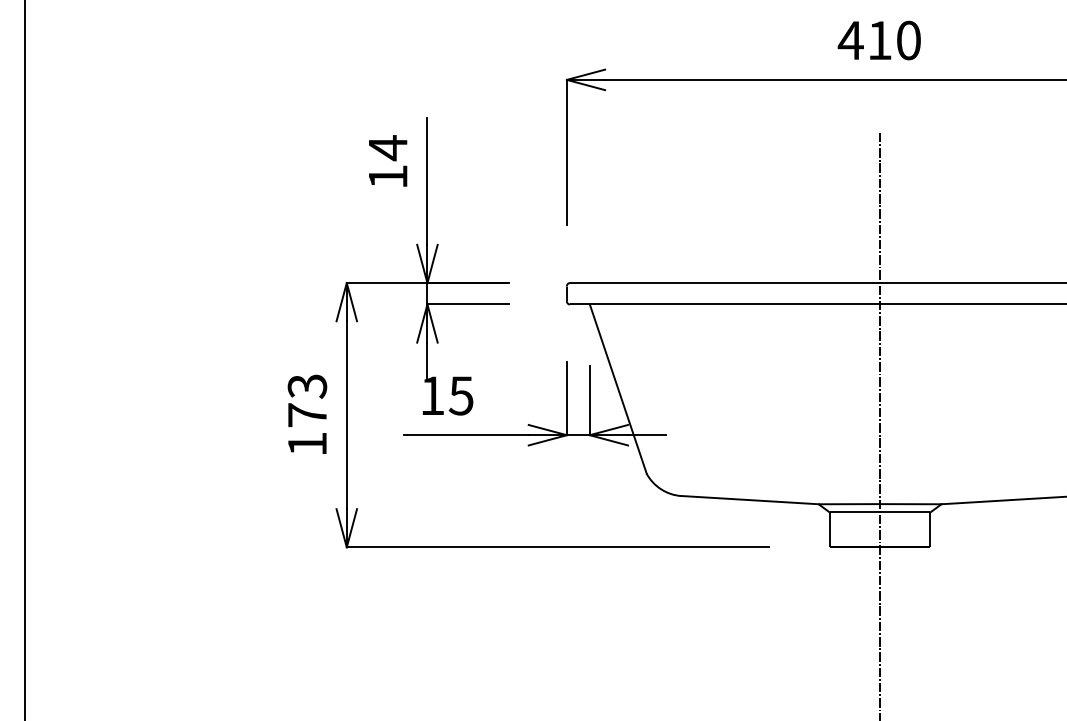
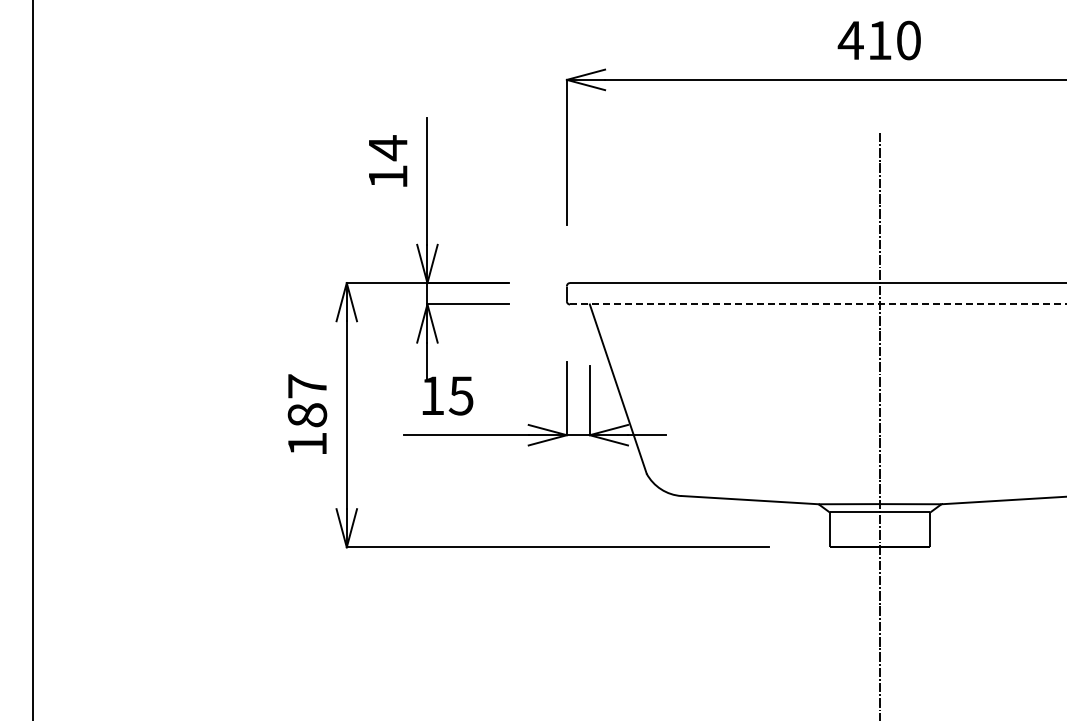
line at (818, 304): solid -> dashed
line at (24, 359) position: (24, 359) -> (32, 359)
text at (307, 400): 173 -> 187
